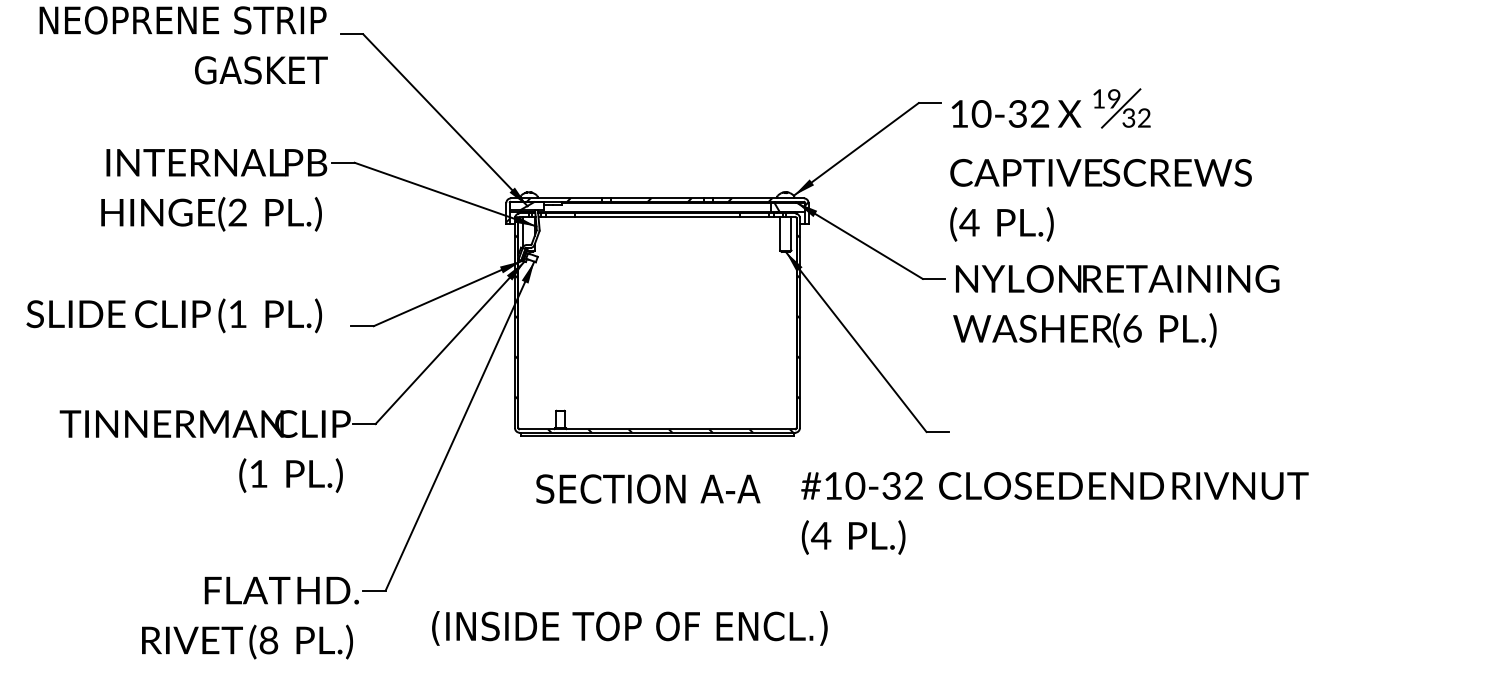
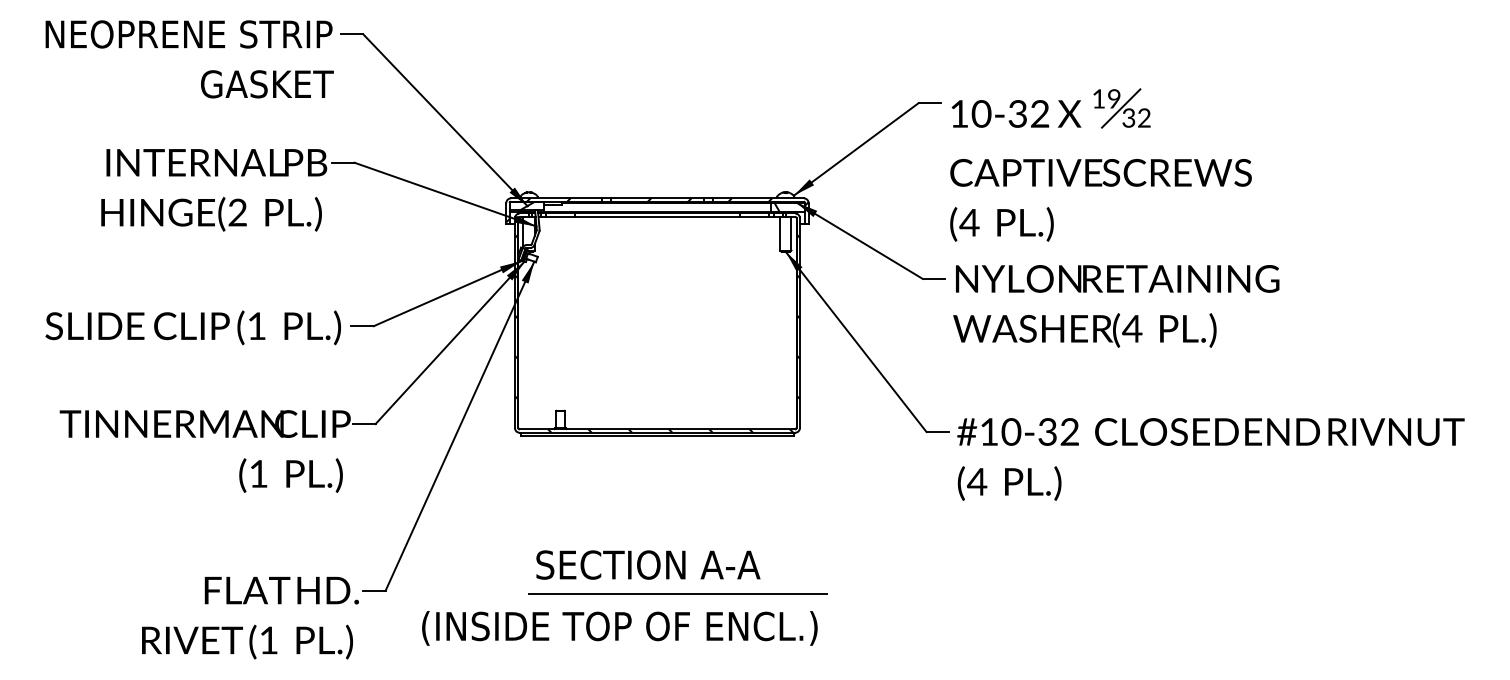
text at (183, 45) position: (183, 45) -> (189, 59)
text at (173, 315) position: (173, 315) -> (192, 327)
text at (1132, 328): (6 -> (4
text at (648, 488) position: (648, 488) -> (648, 564)
text at (1054, 513) position: (1054, 513) -> (1210, 459)
line at (677, 593): none -> present
text at (629, 628) position: (629, 628) -> (619, 628)
text at (268, 640): (8 -> (1
